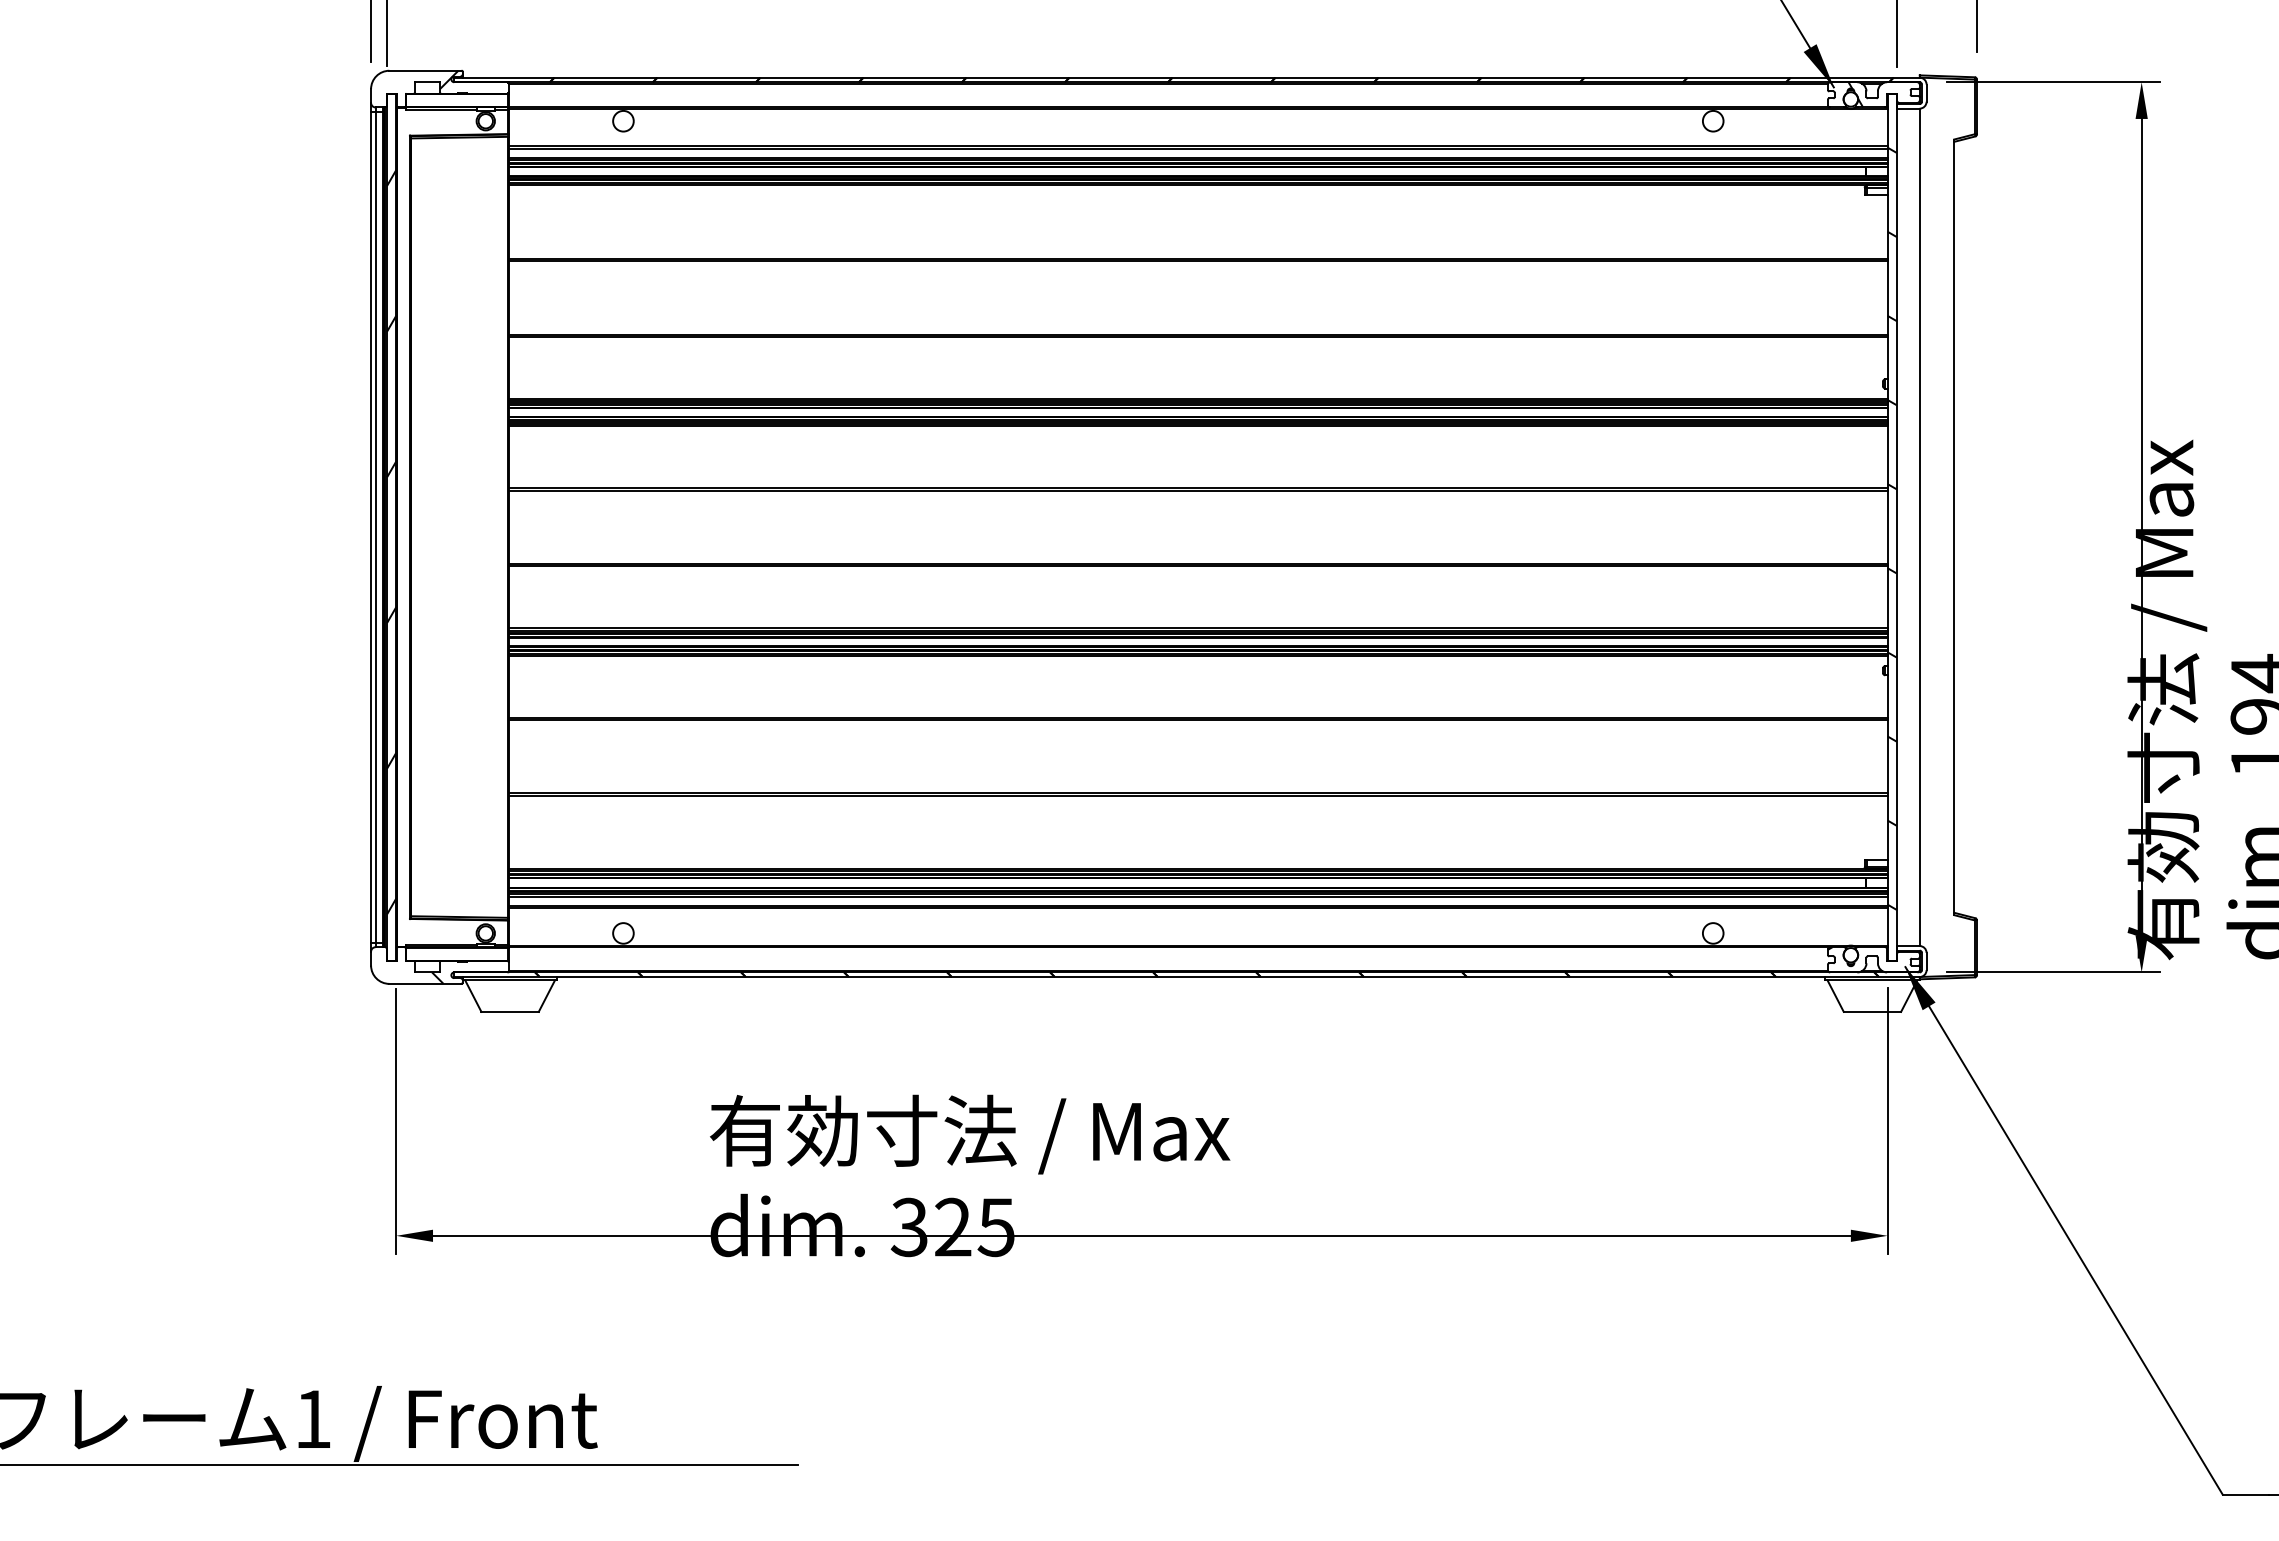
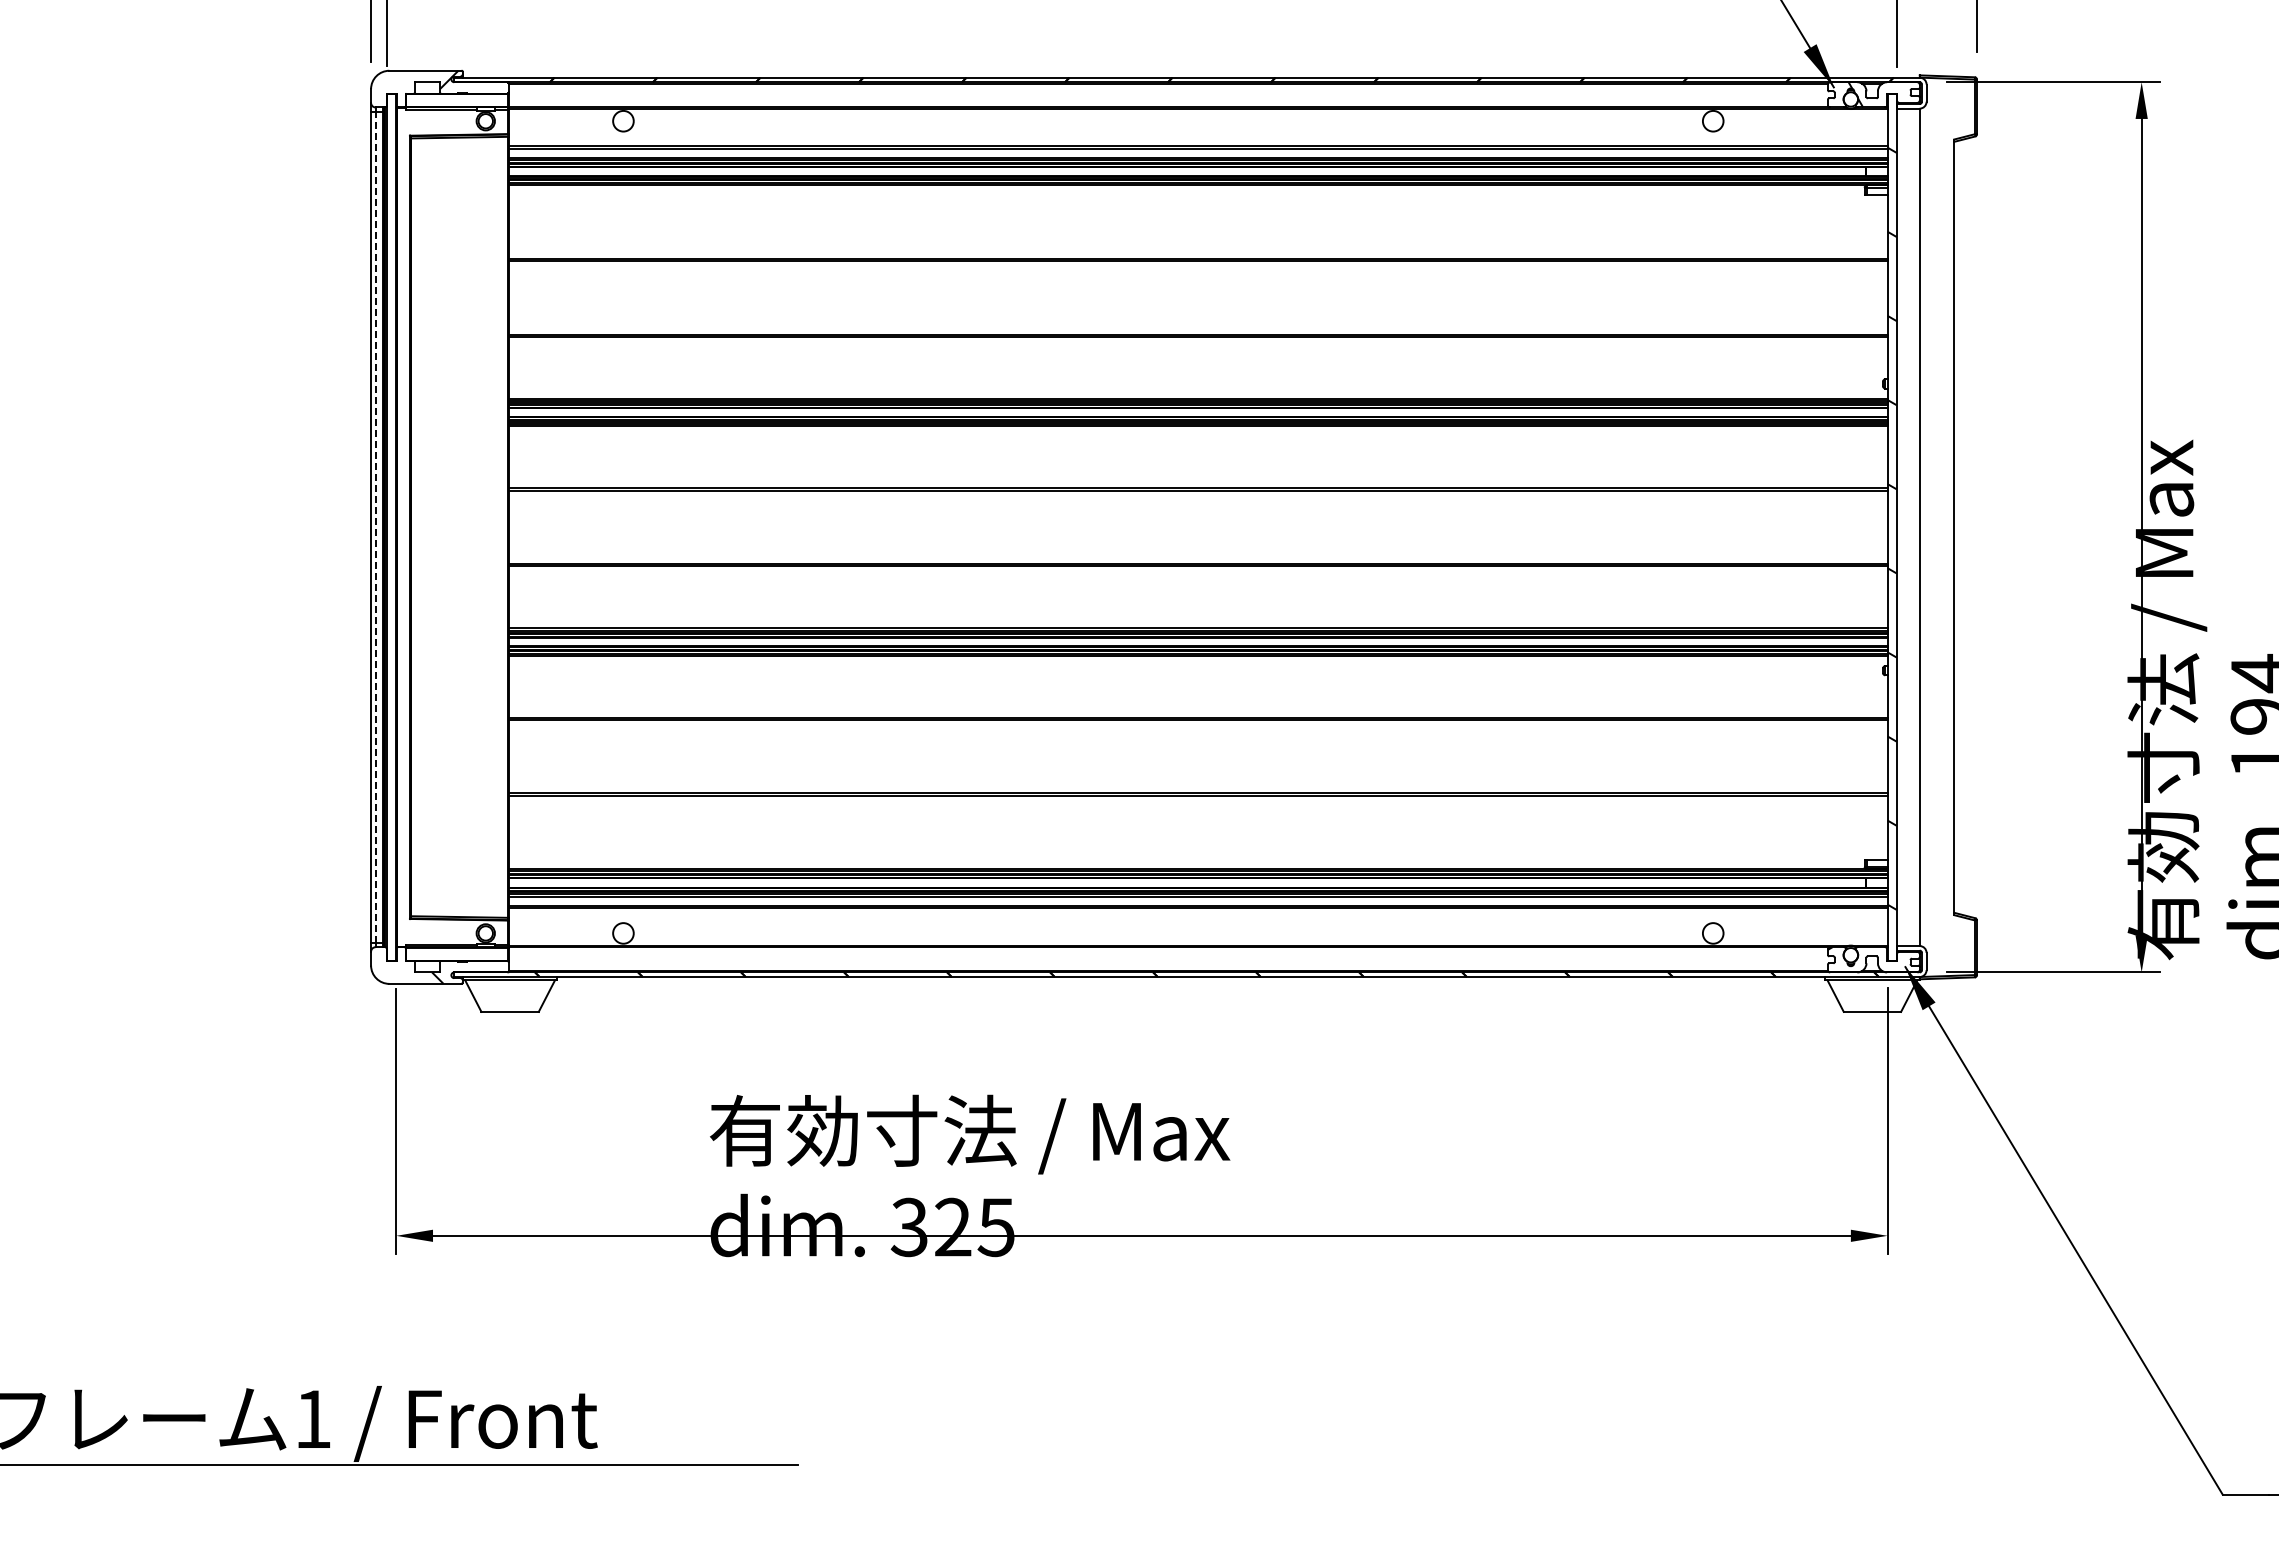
line at (375, 526): solid -> dashed
hatch at (391, 541): present -> none
